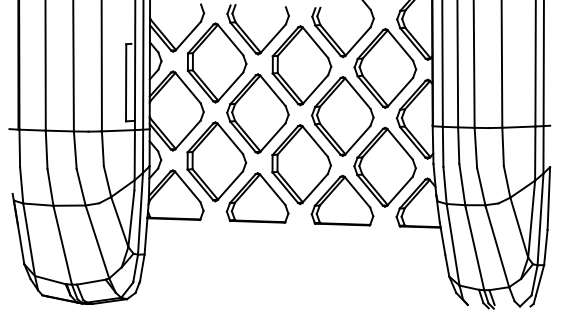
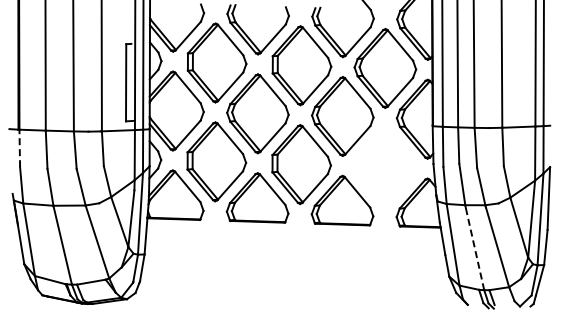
line at (19, 148): solid -> dashed
part at (384, 166): present -> none
line at (474, 248): solid -> dashed
